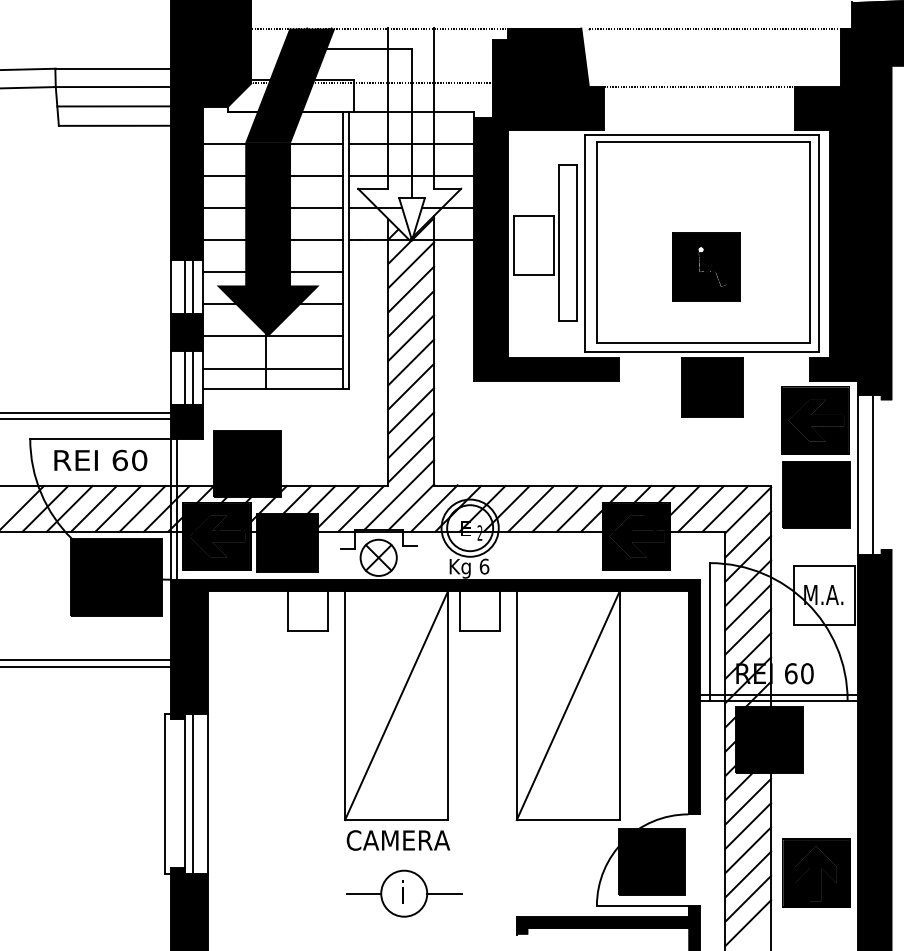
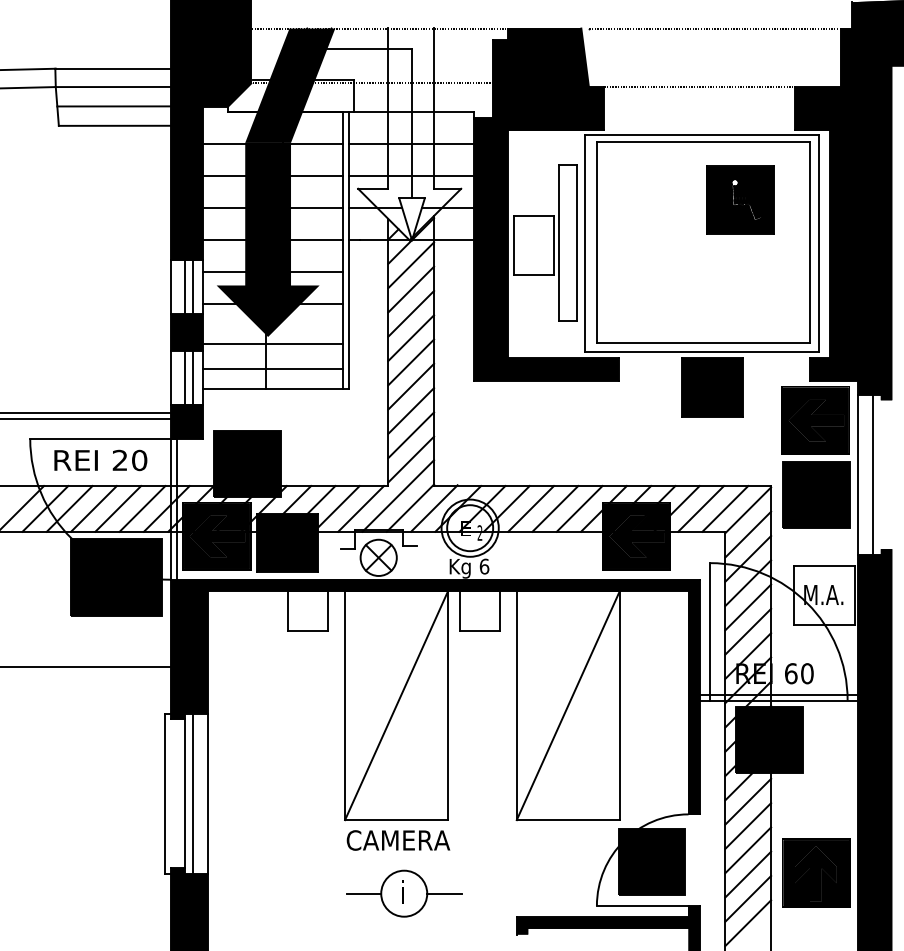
part at (706, 266) position: (706, 266) -> (740, 199)
line at (272, 336) position: (272, 336) -> (272, 344)
text at (119, 460): 60 -> 20
line at (86, 659): present -> none
